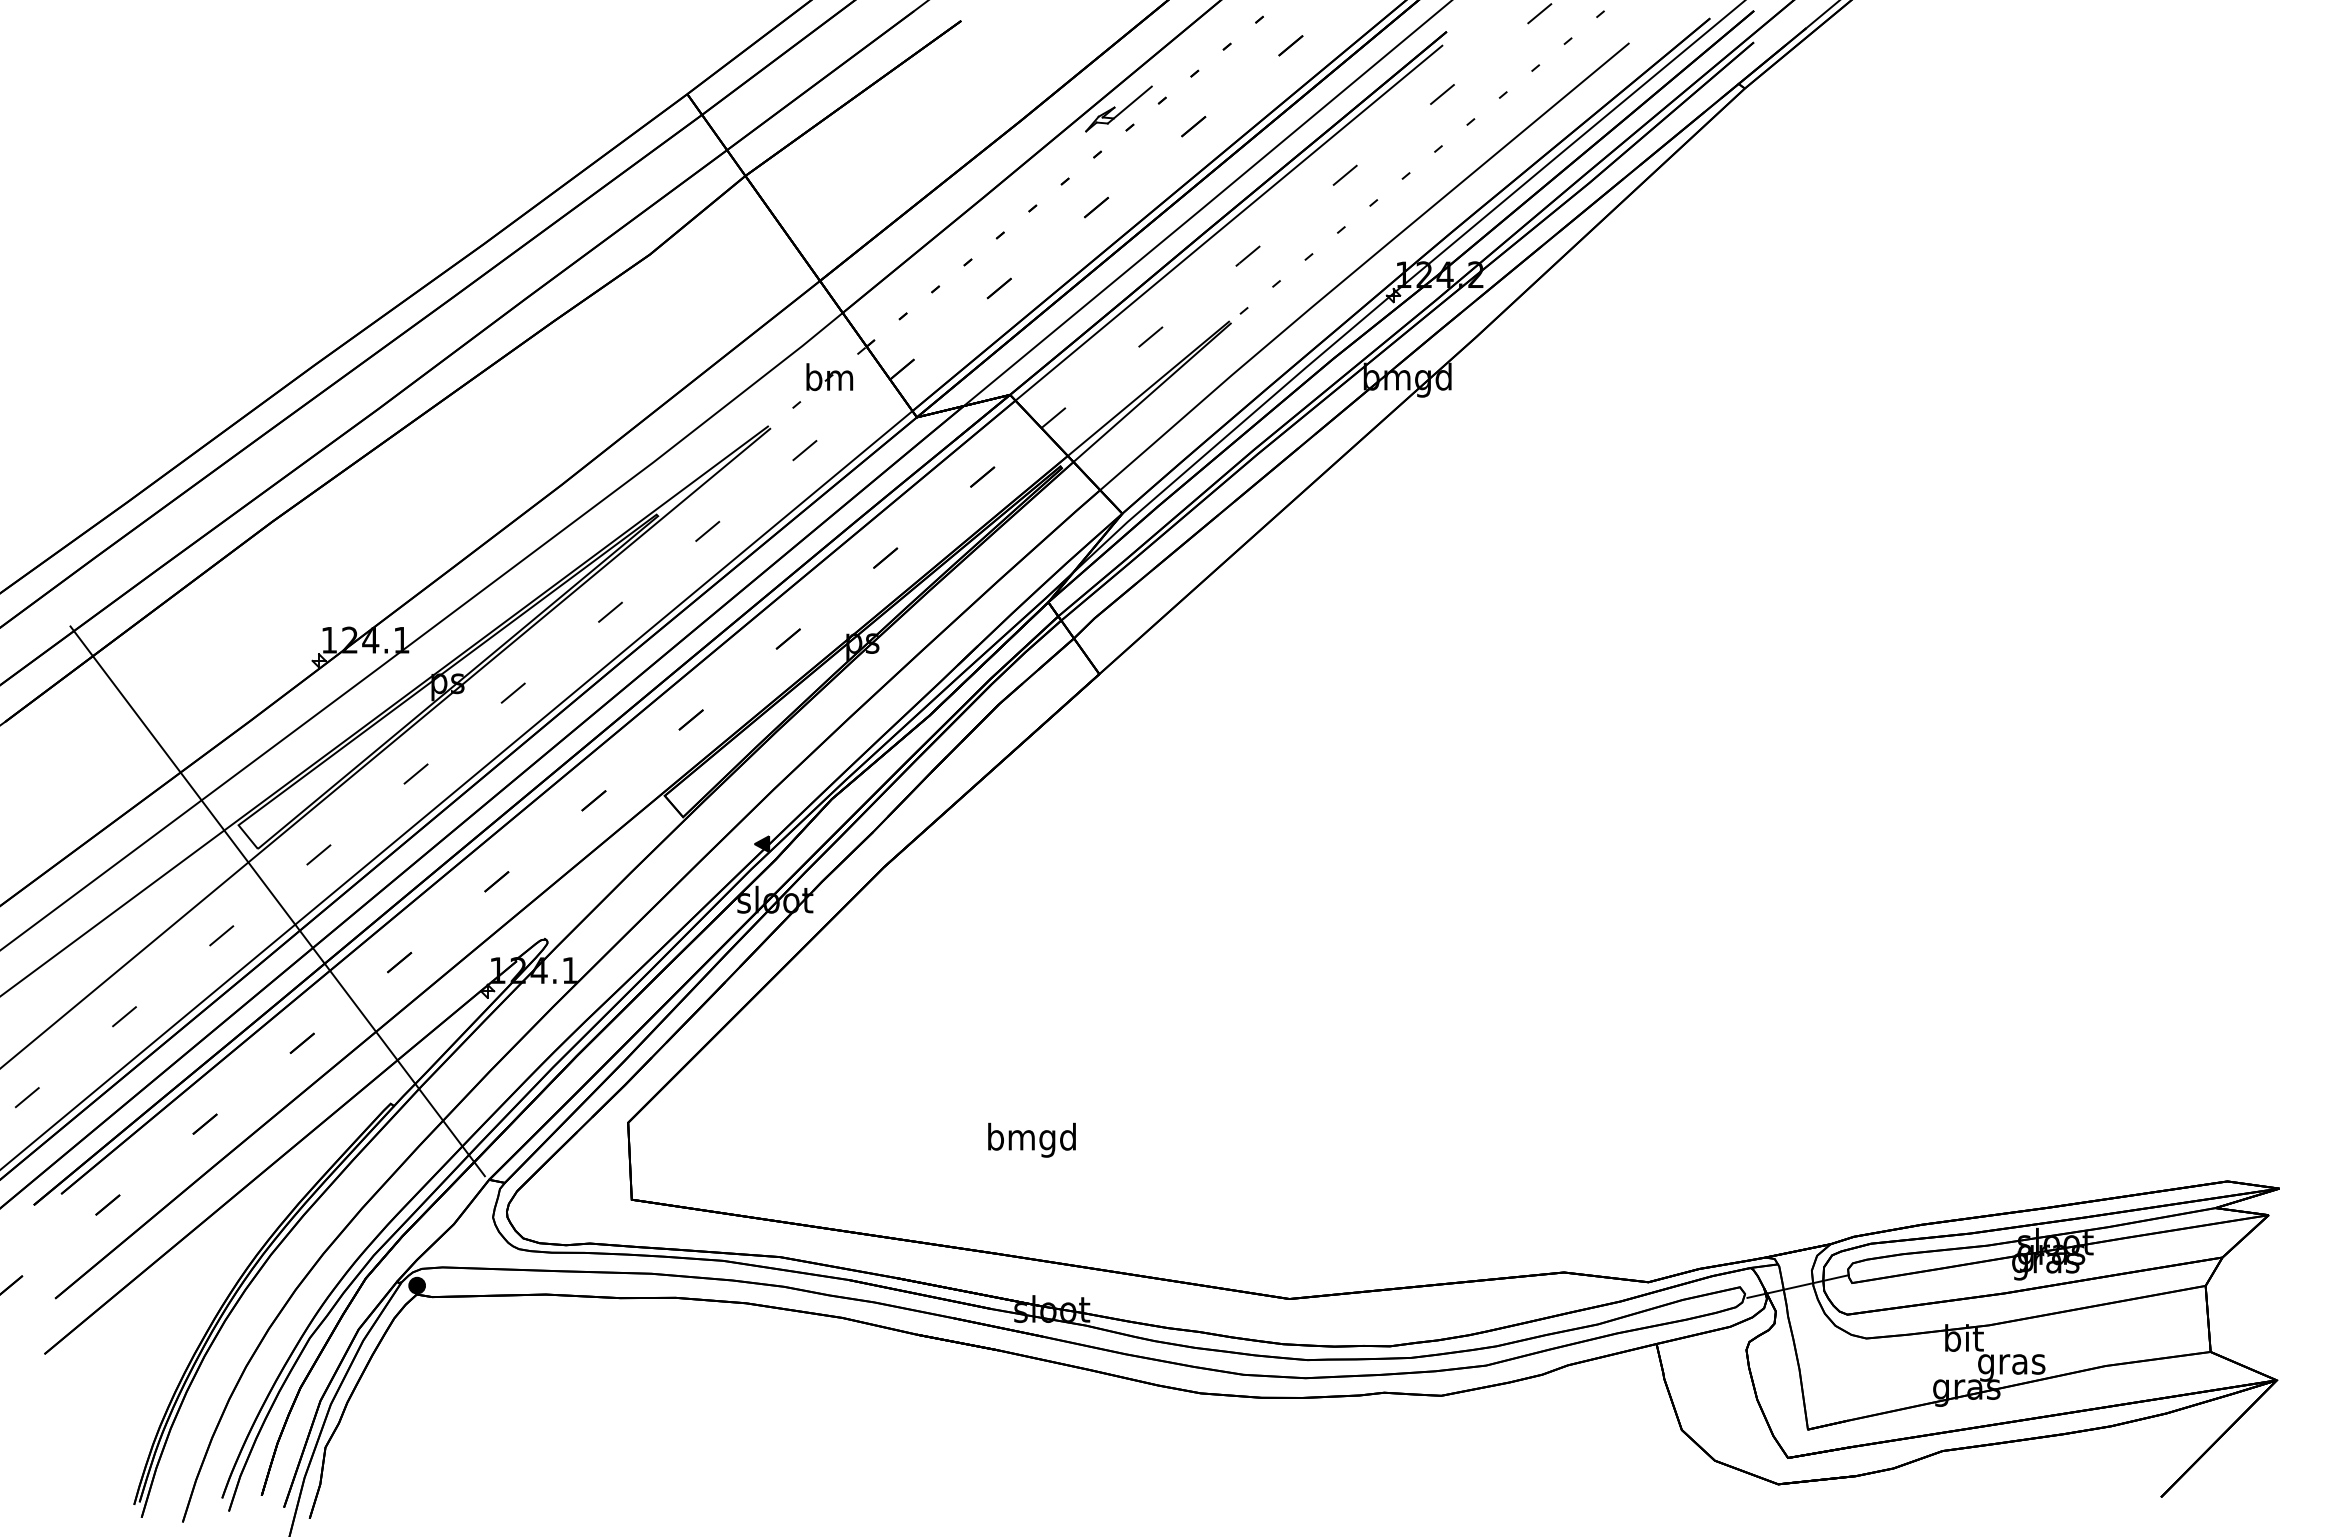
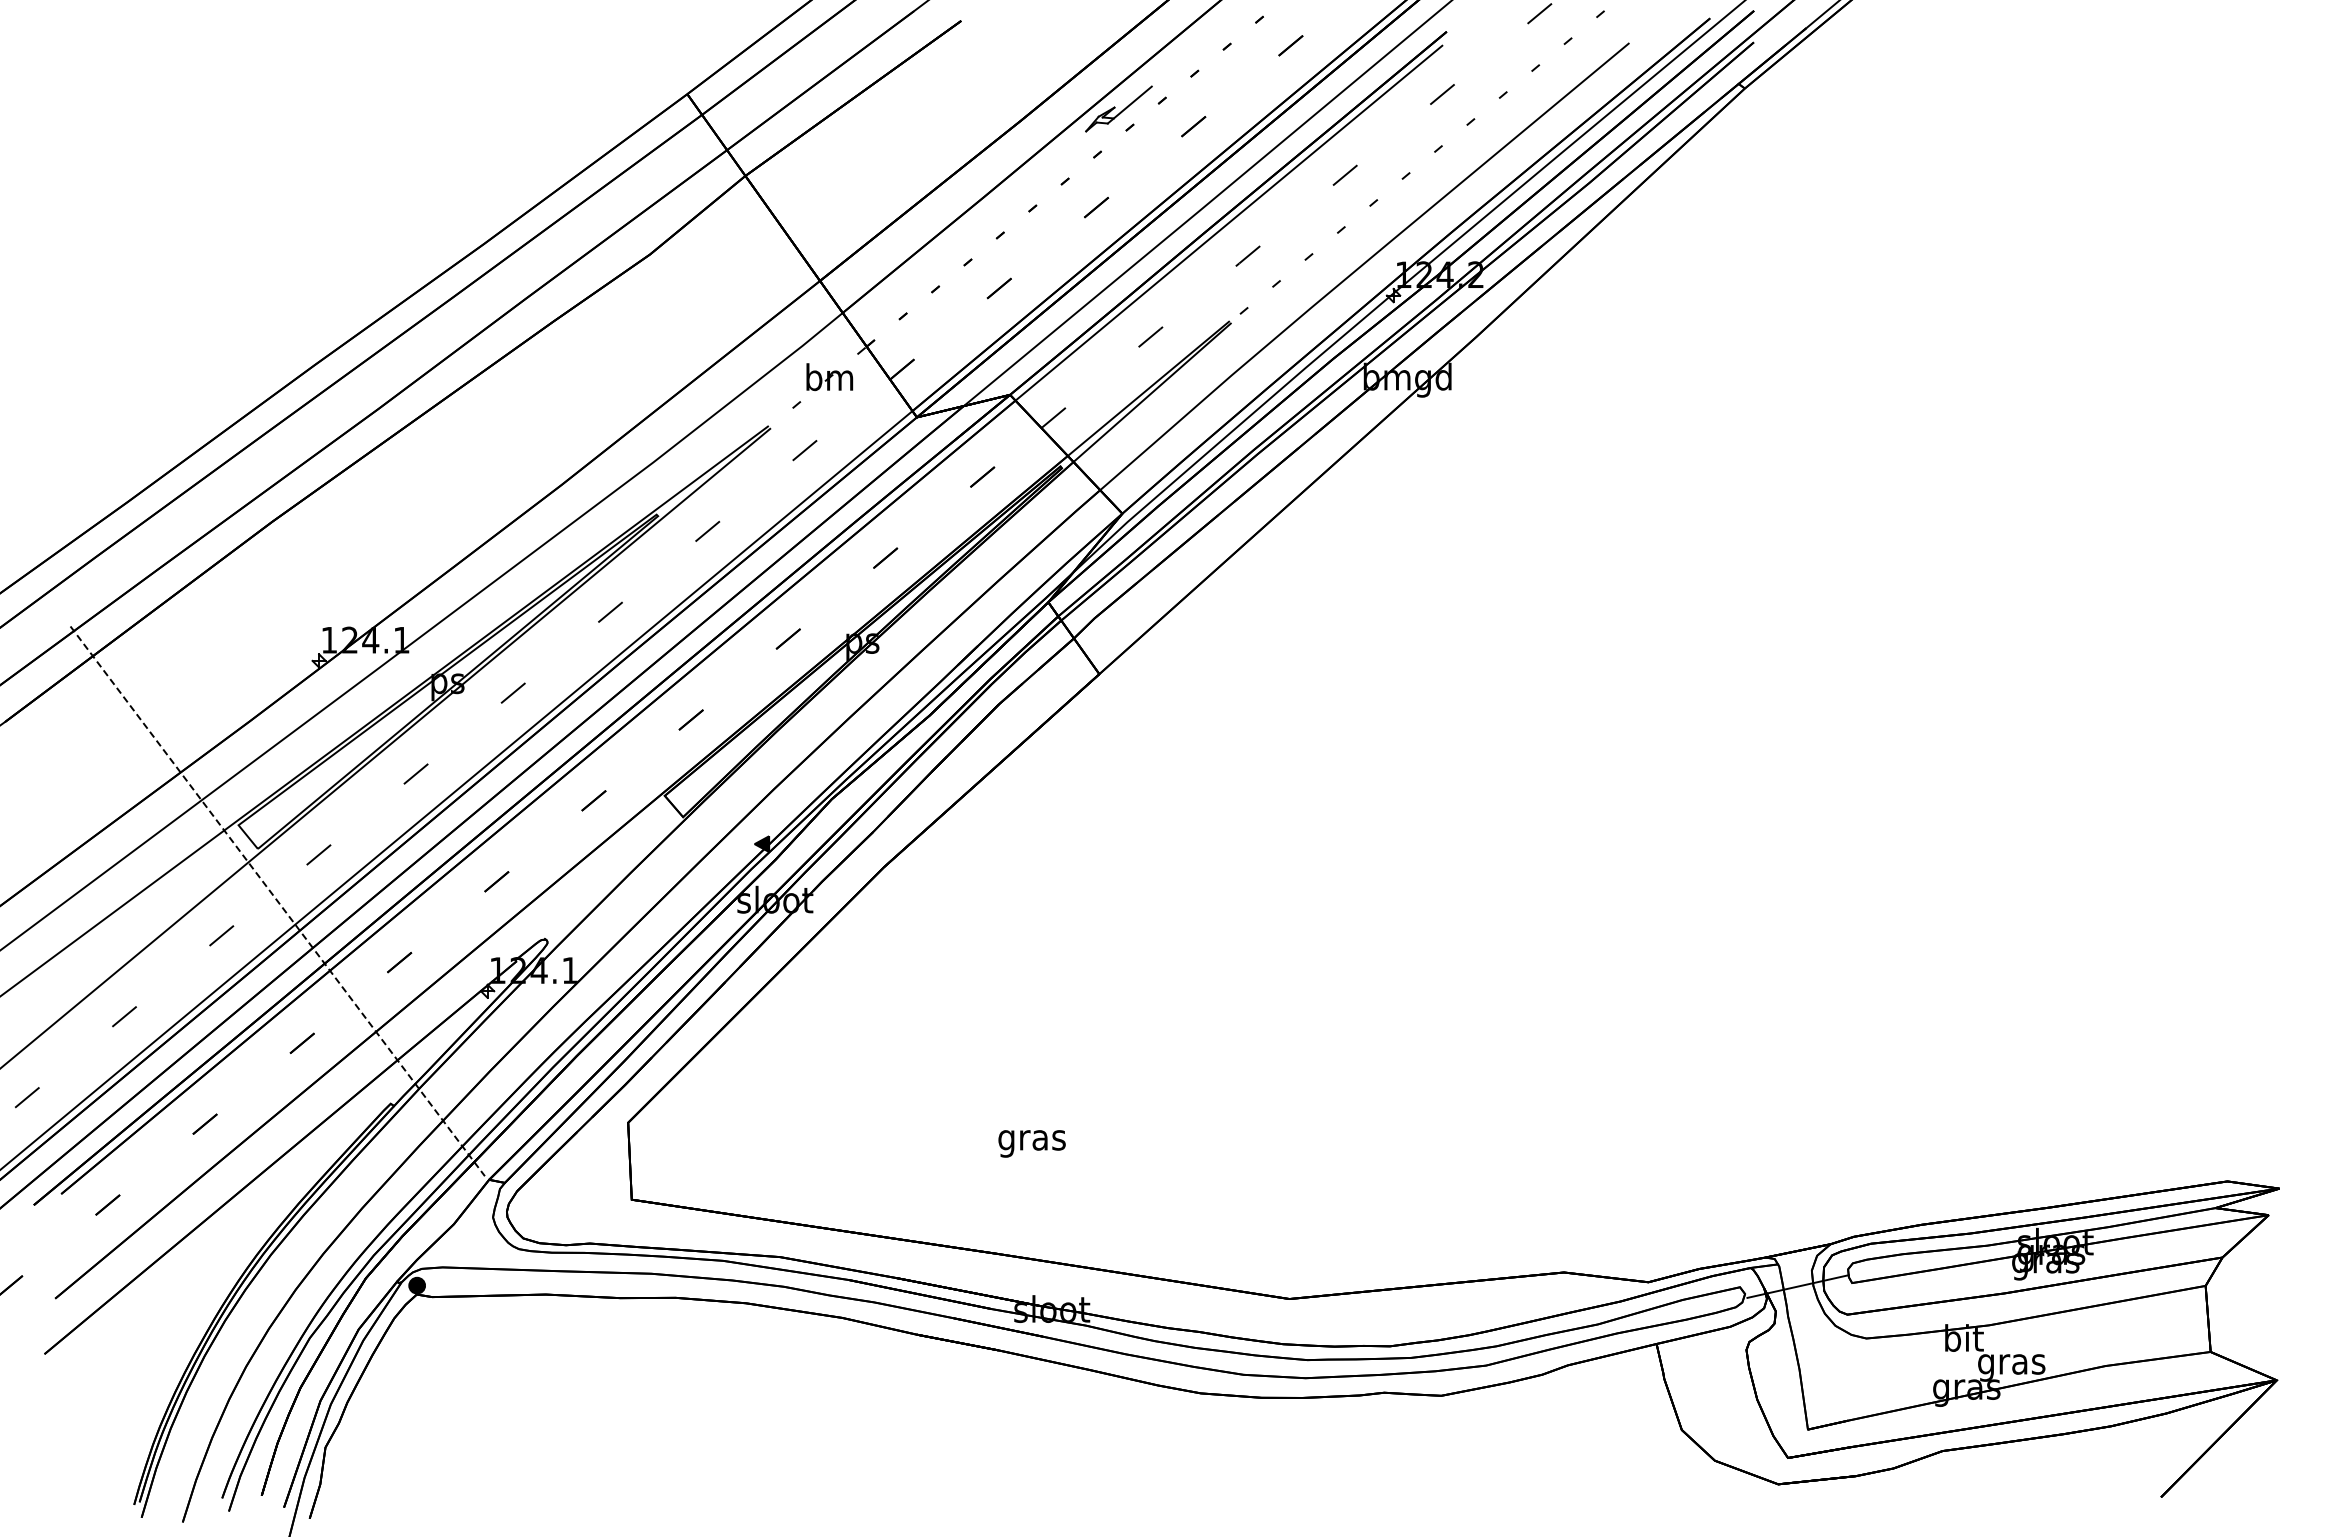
line at (278, 901): solid -> dashed
text at (1031, 1139): bmgd -> gras
